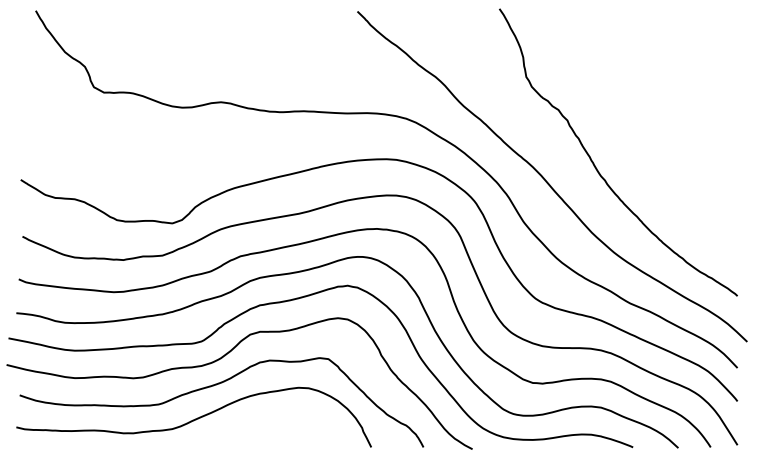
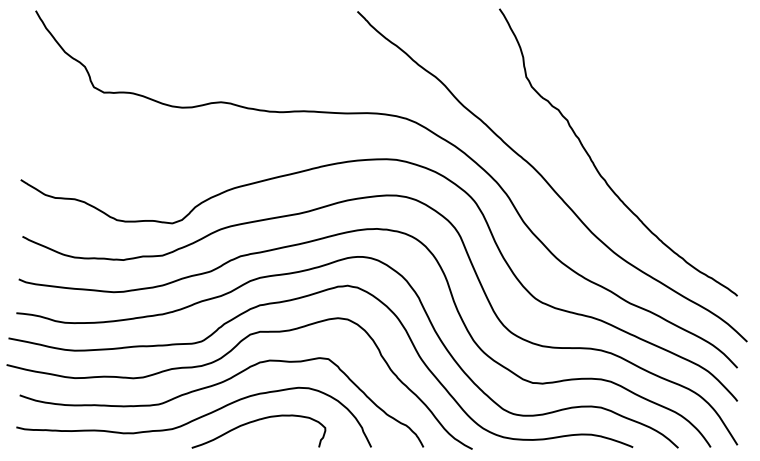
curve at (257, 421): none -> present
